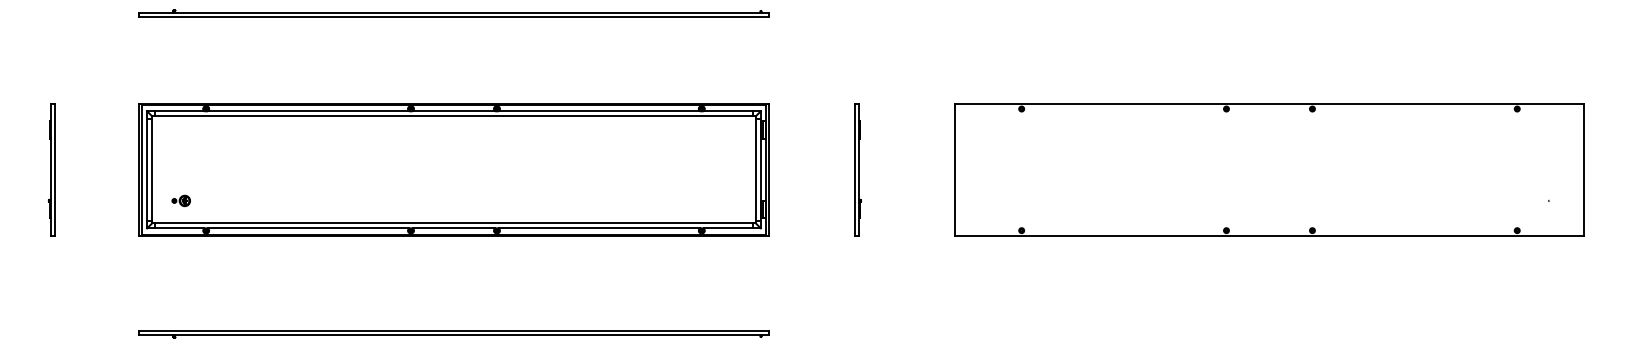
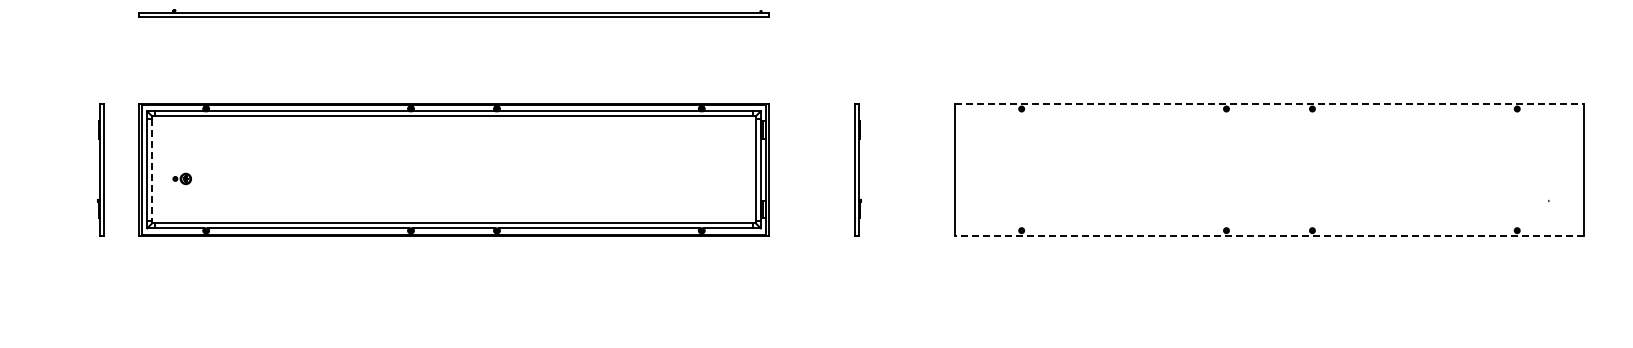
line at (1269, 103): solid -> dashed
part at (51, 169) position: (51, 169) -> (100, 169)
line at (152, 169): solid -> dashed
part at (180, 200) position: (180, 200) -> (181, 178)
line at (1269, 235): solid -> dashed
part at (453, 334): present -> none
